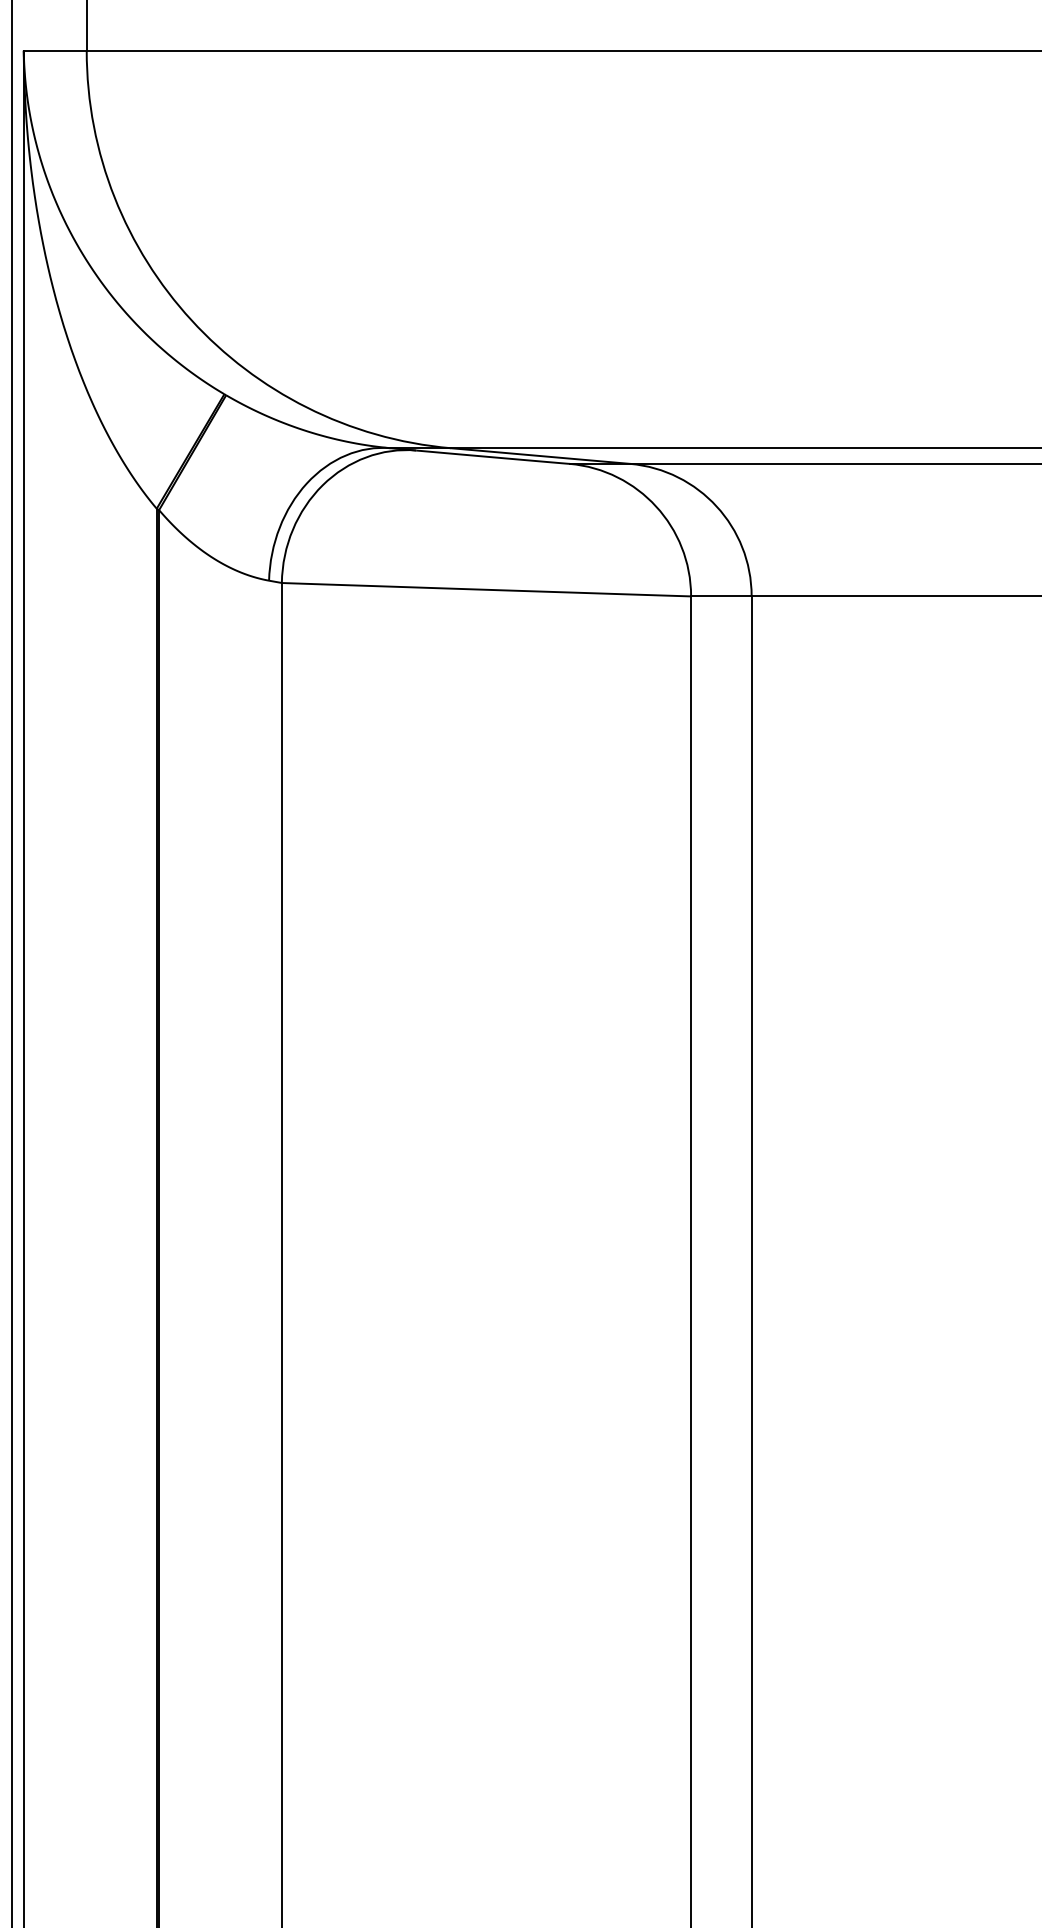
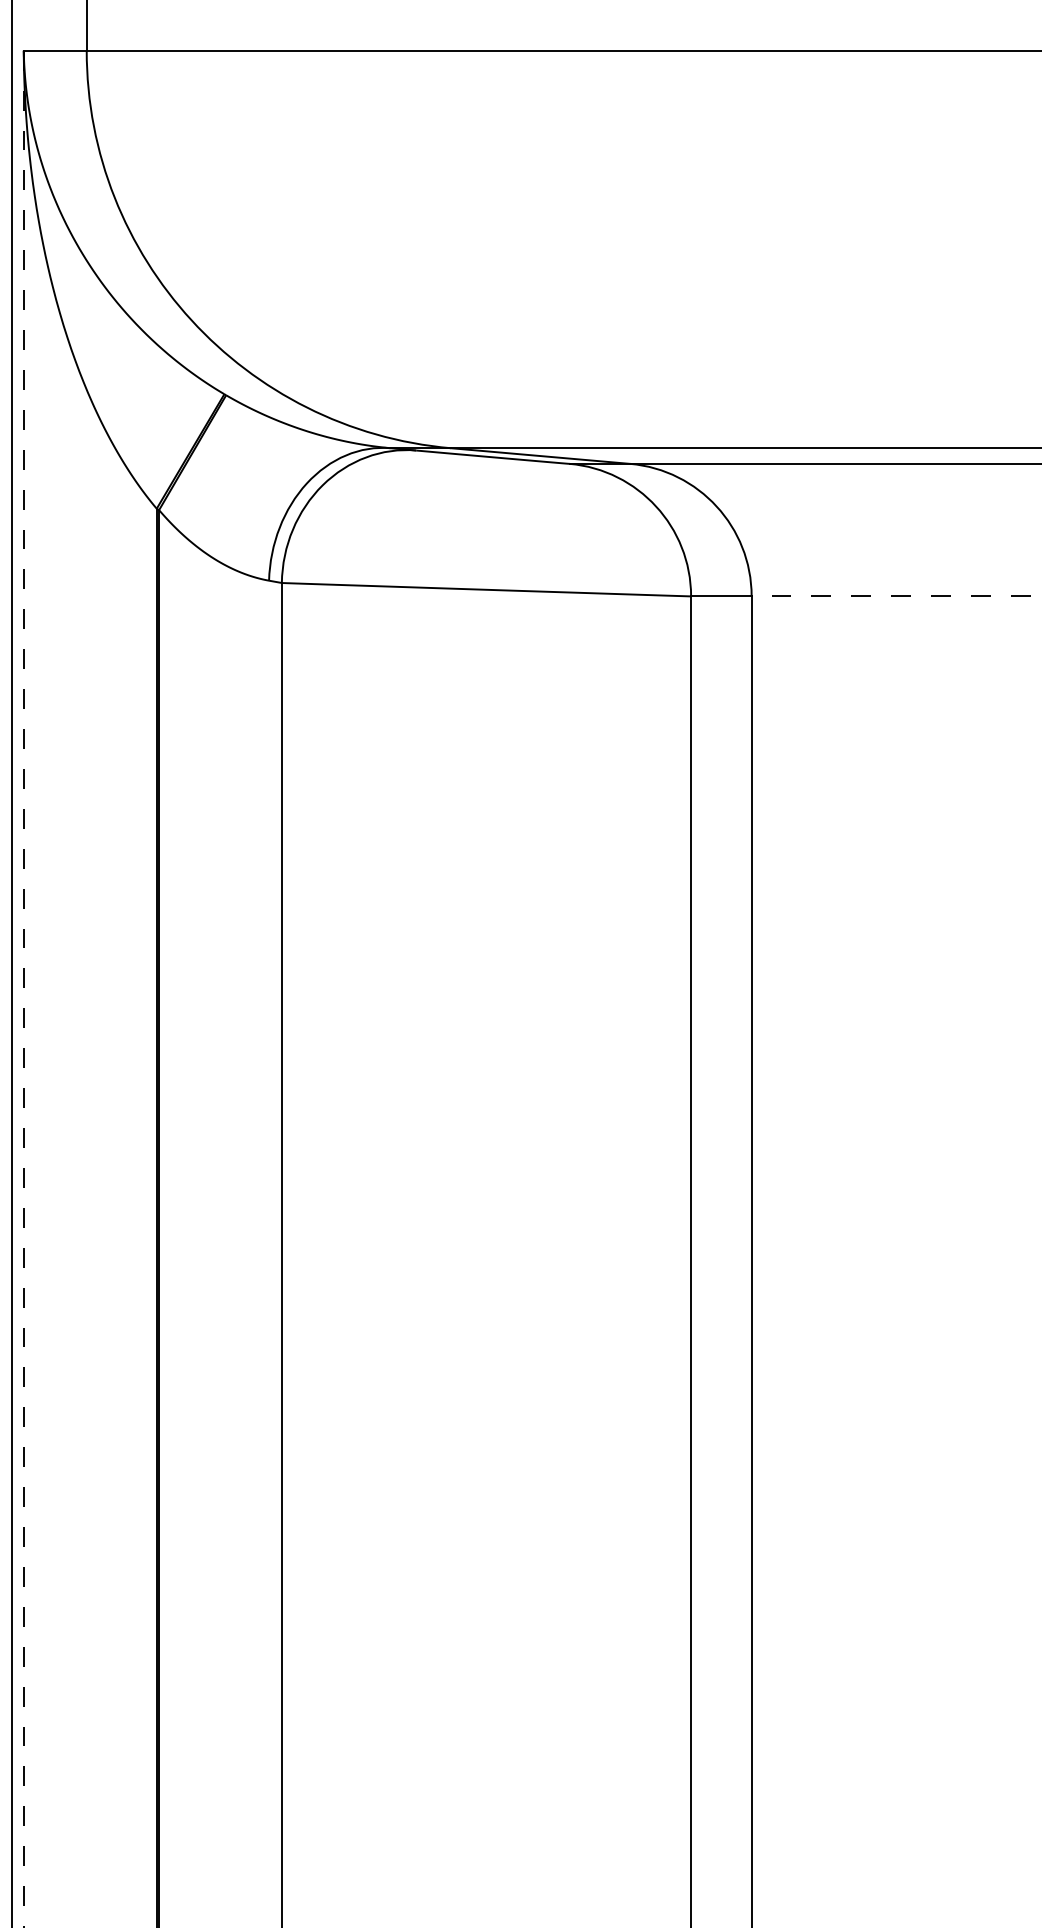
line at (896, 596): solid -> dashed
line at (23, 989): solid -> dashed
